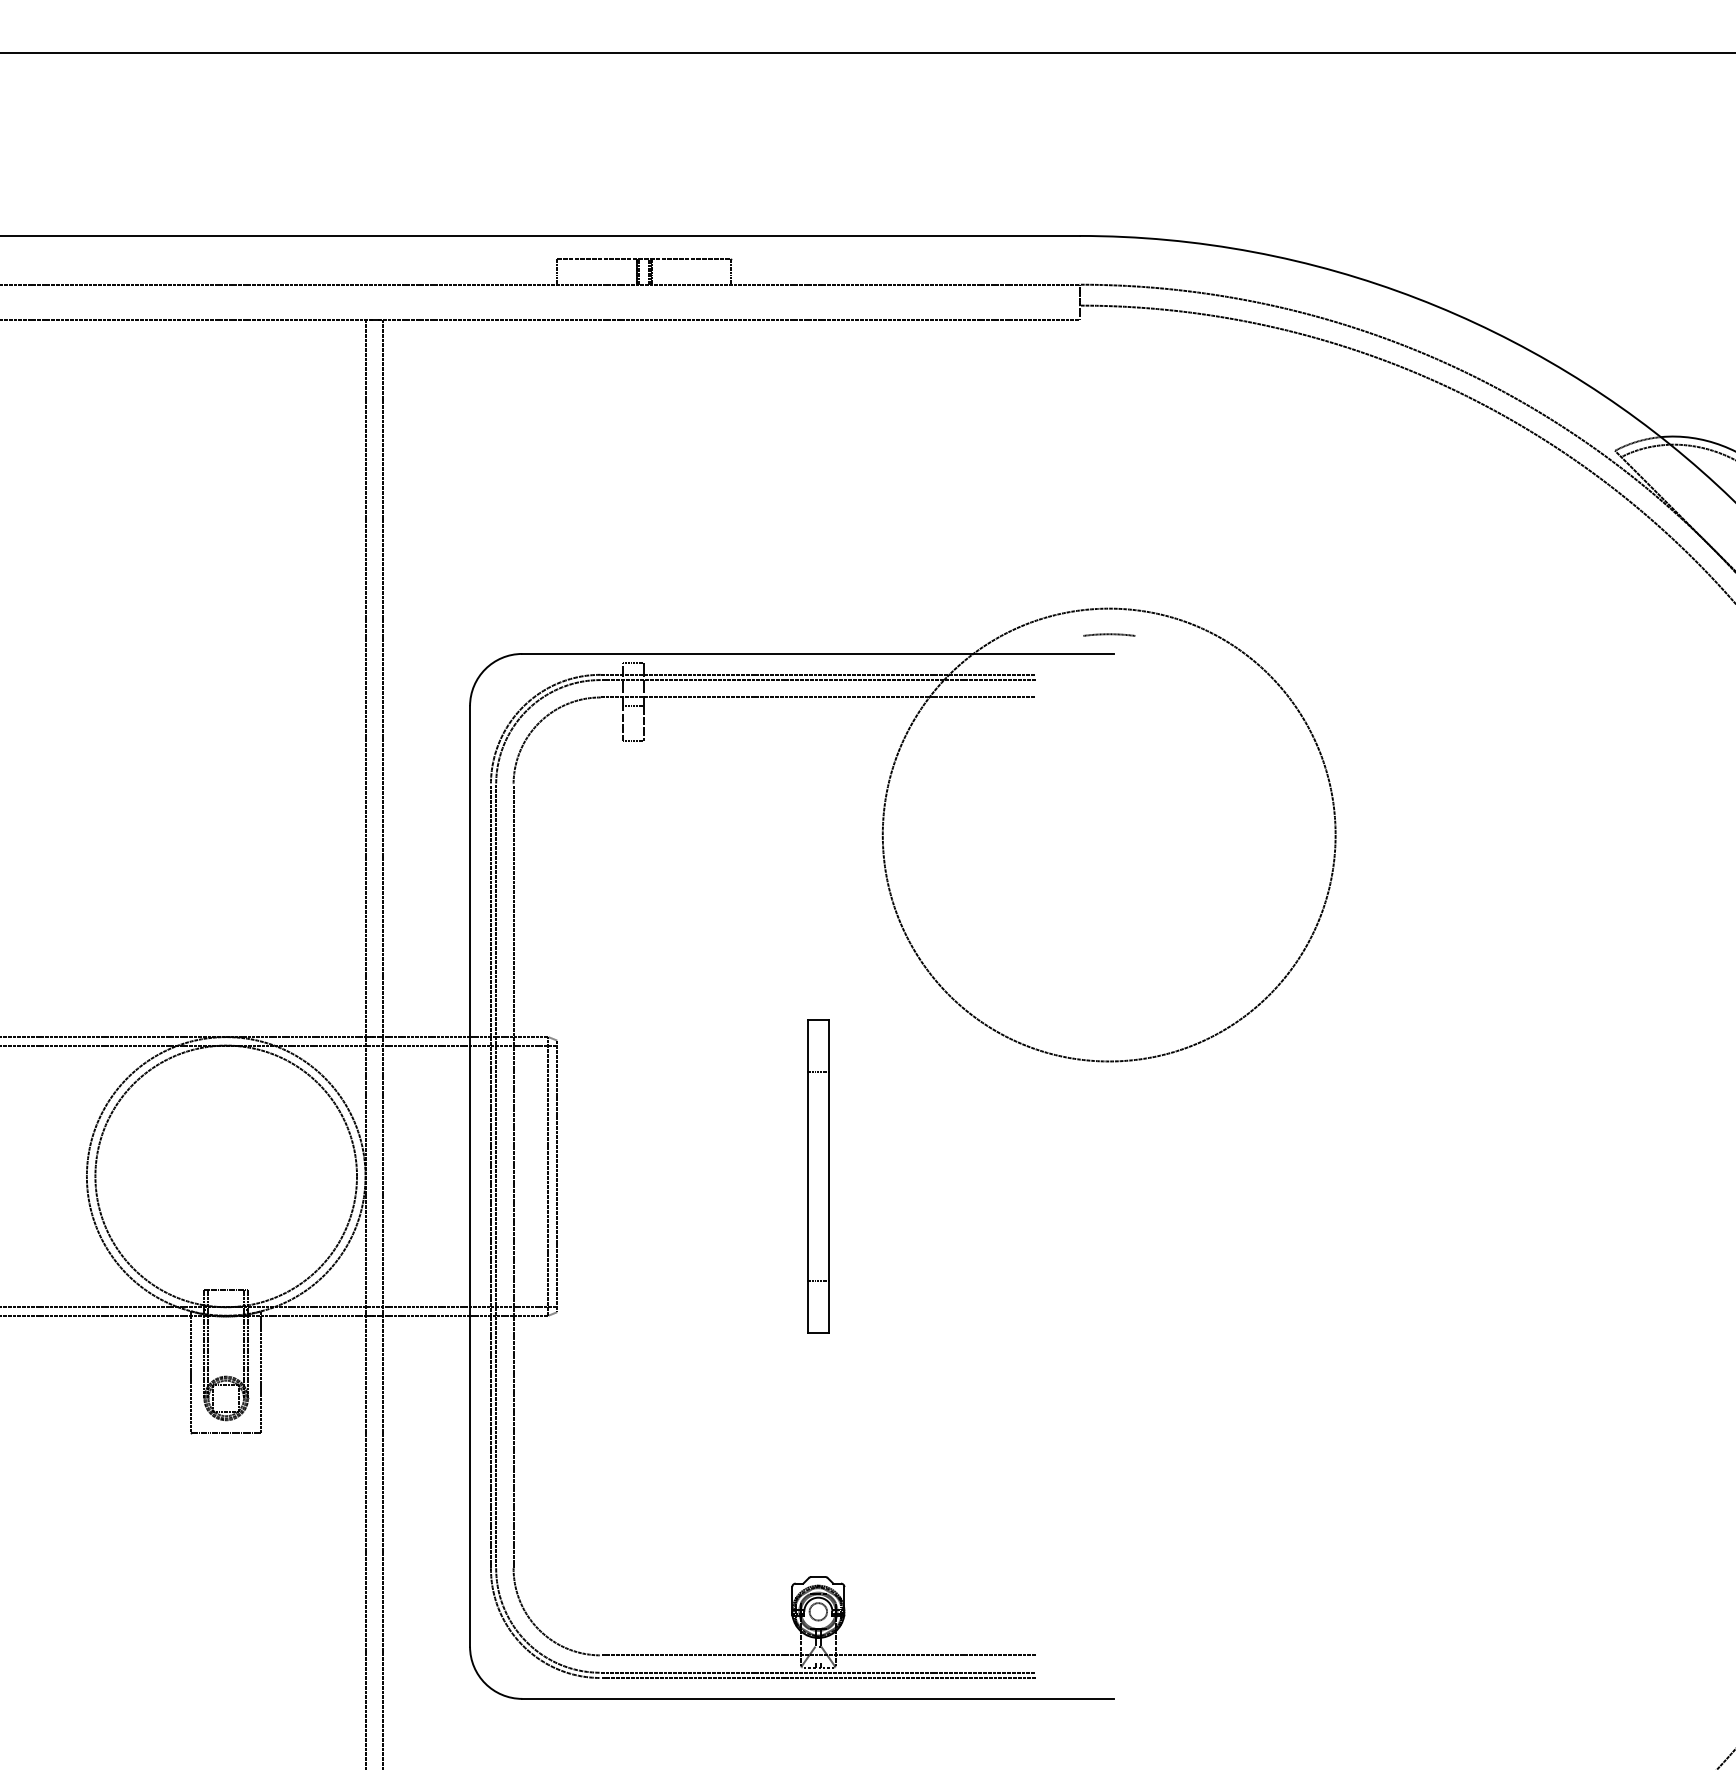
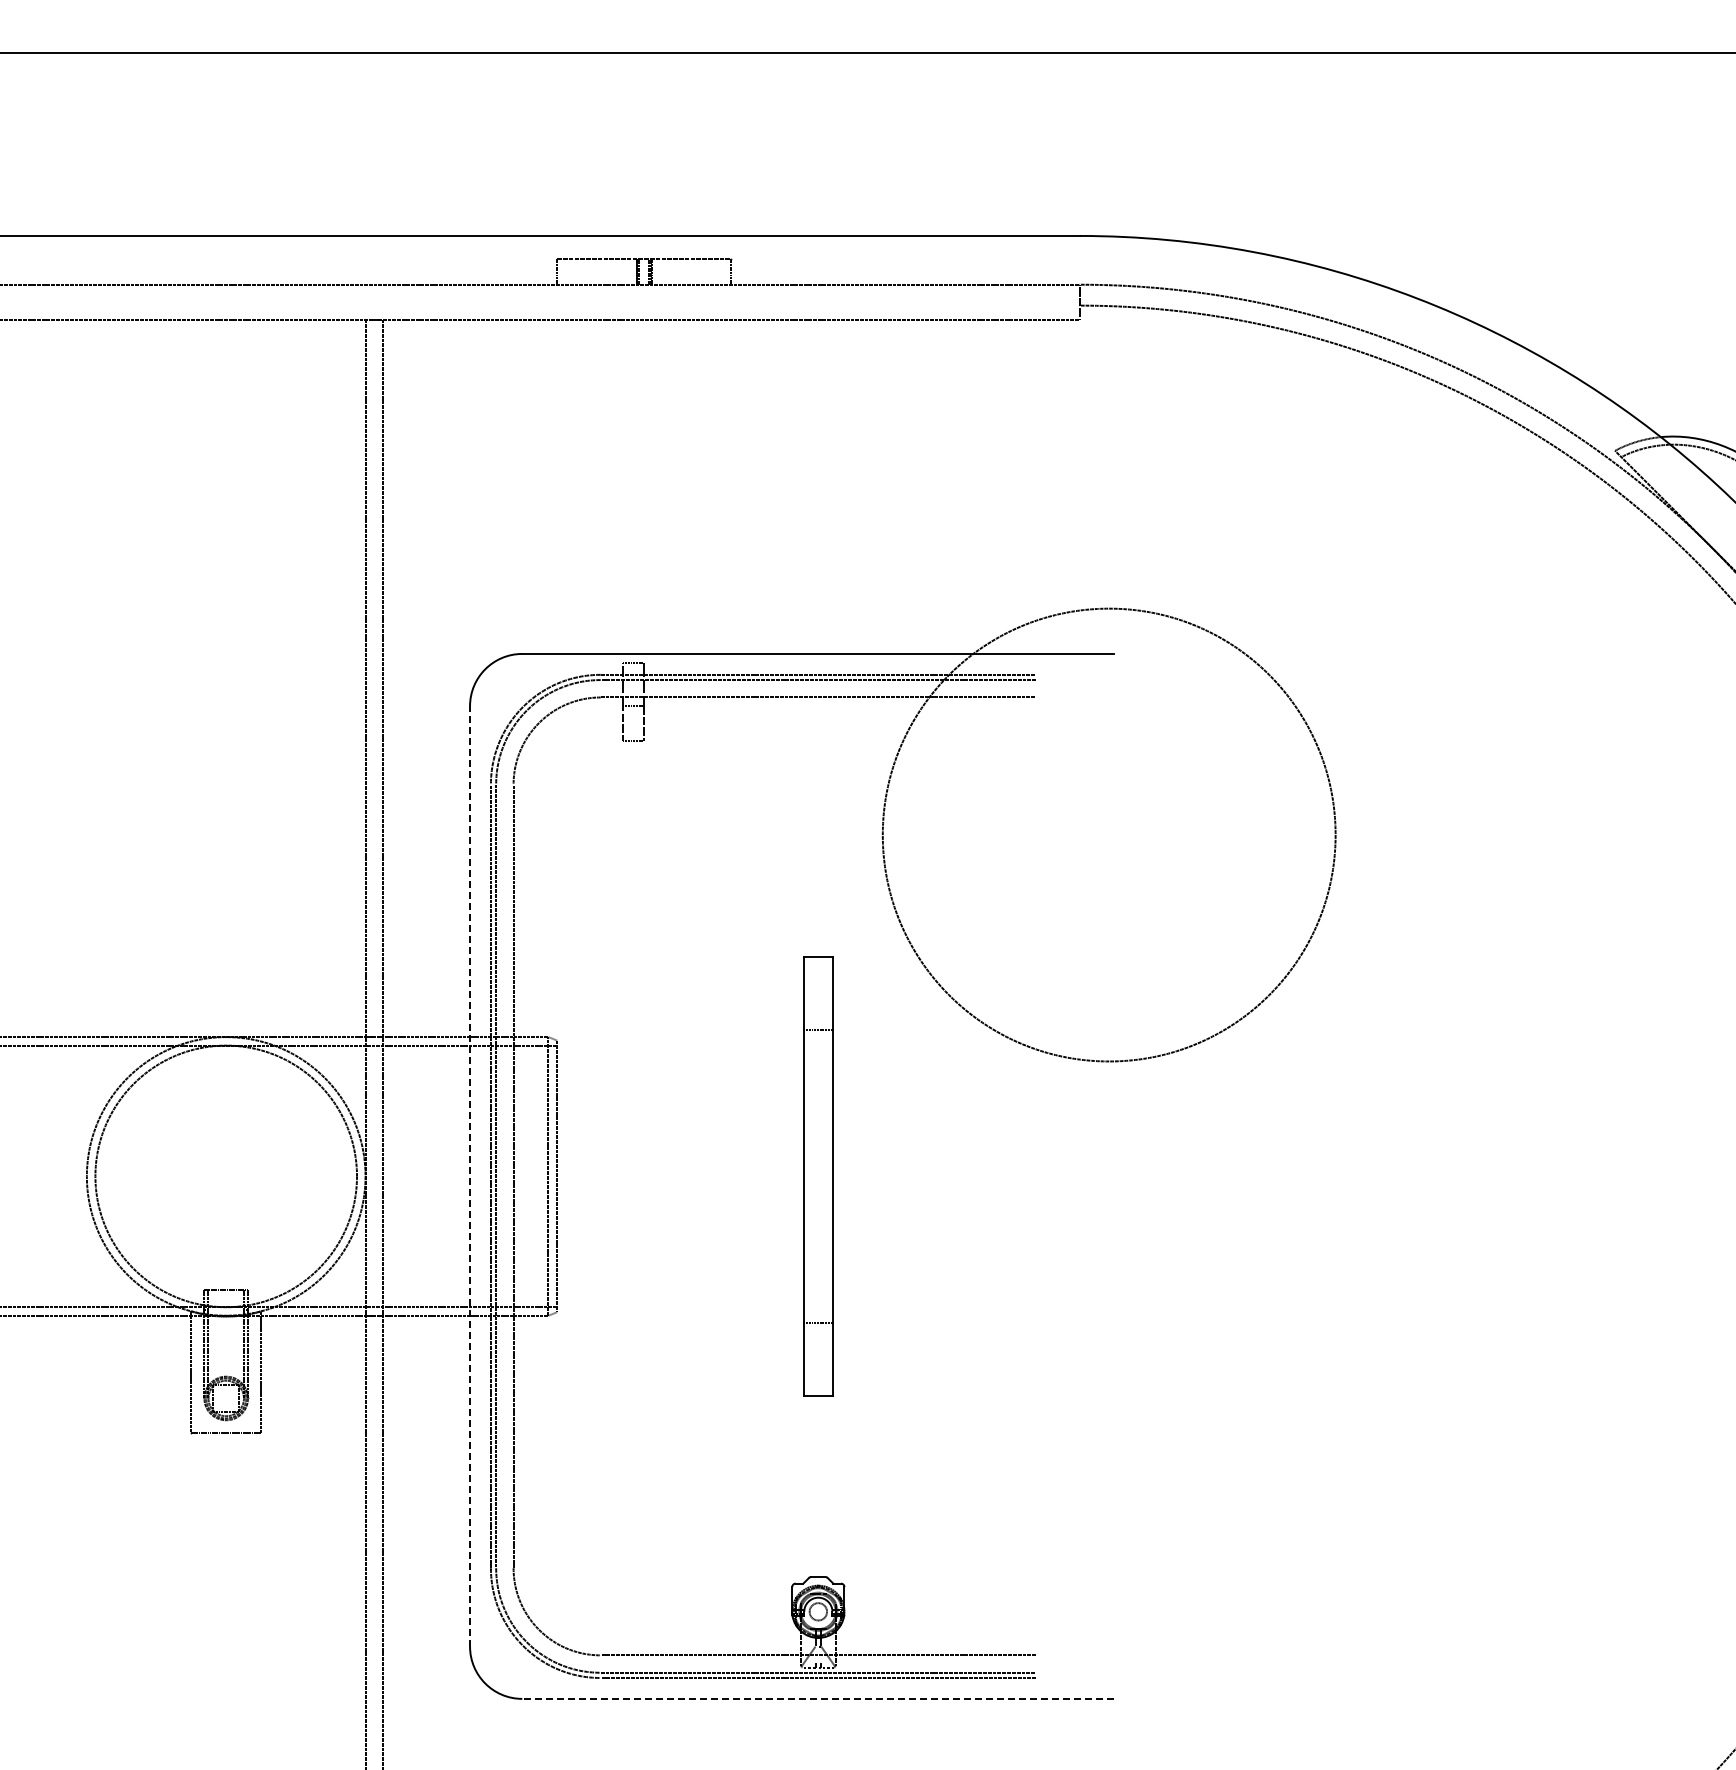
line at (1109, 634): present -> none
line at (470, 1175): solid -> dashed
part at (818, 1176) size: 23x315 px -> 31x441 px
line at (817, 1698): solid -> dashed
